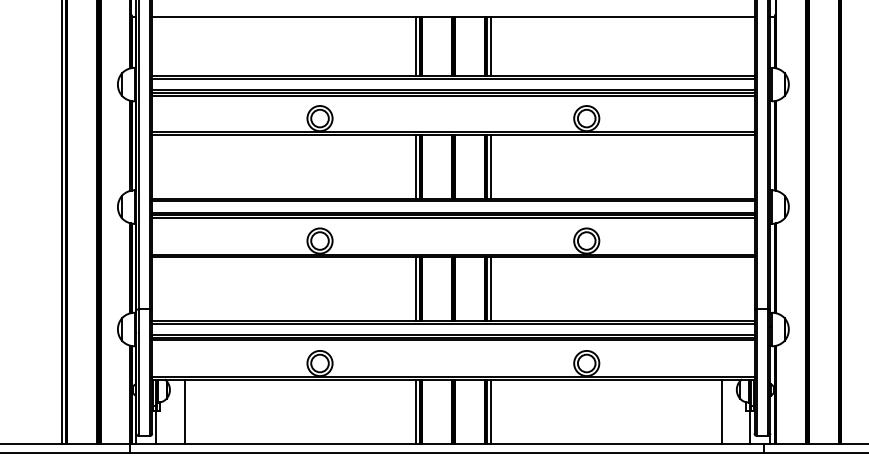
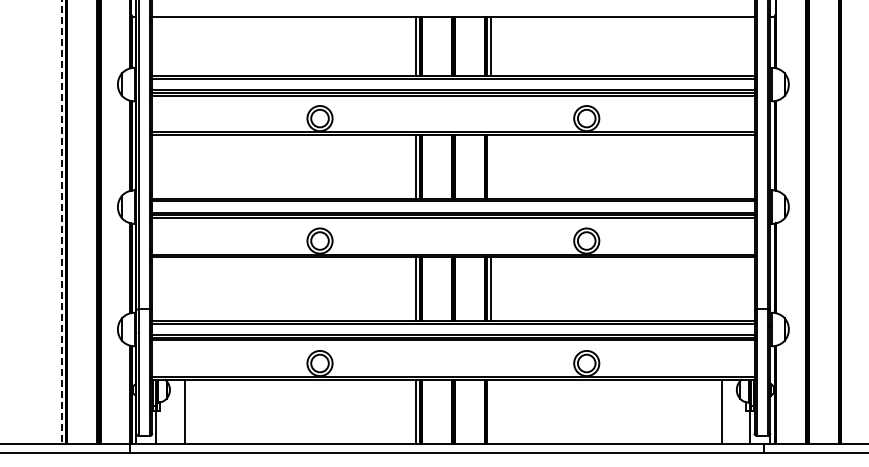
line at (490, 166): present -> none
line at (61, 222): solid -> dashed
line at (490, 411): present -> none
